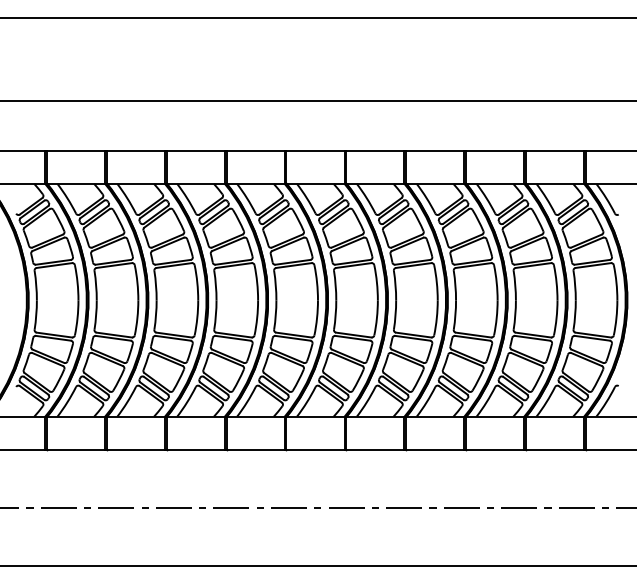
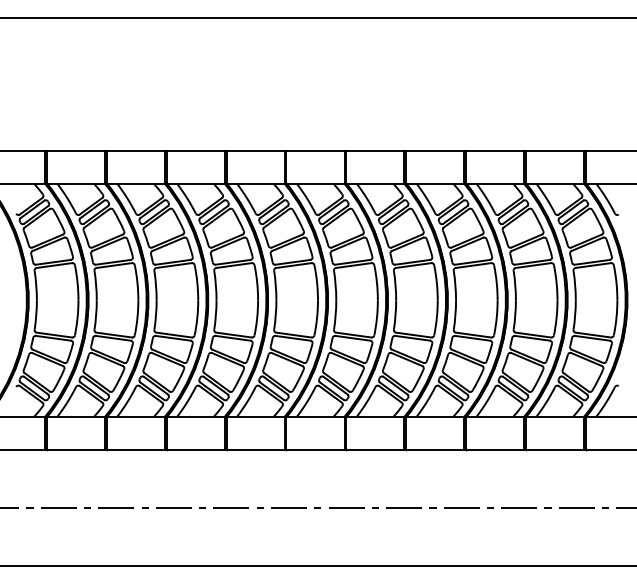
line at (317, 100): present -> none
